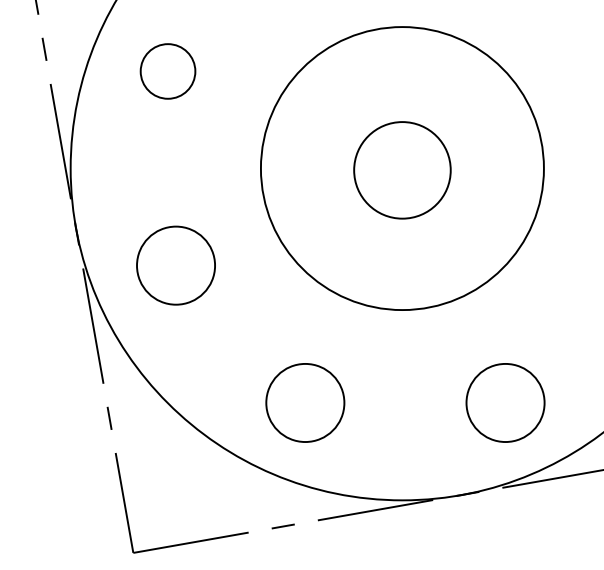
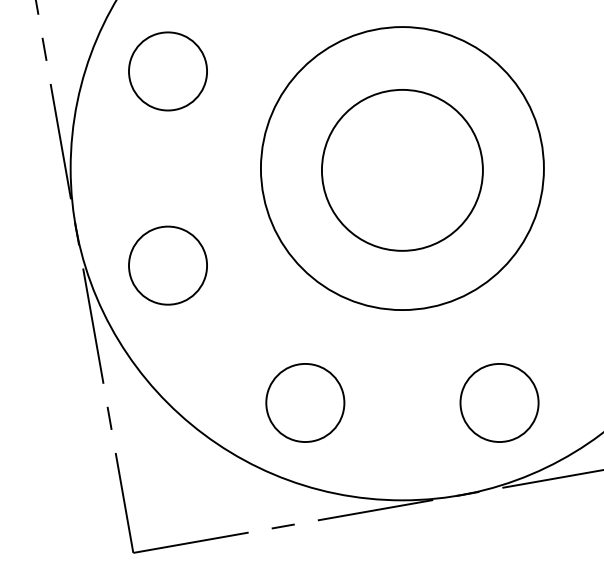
circle at (167, 71) diameter: 55 px -> 78 px
circle at (402, 170) diameter: 97 px -> 161 px
circle at (175, 265) position: (175, 265) -> (167, 265)
circle at (505, 402) position: (505, 402) -> (499, 402)
